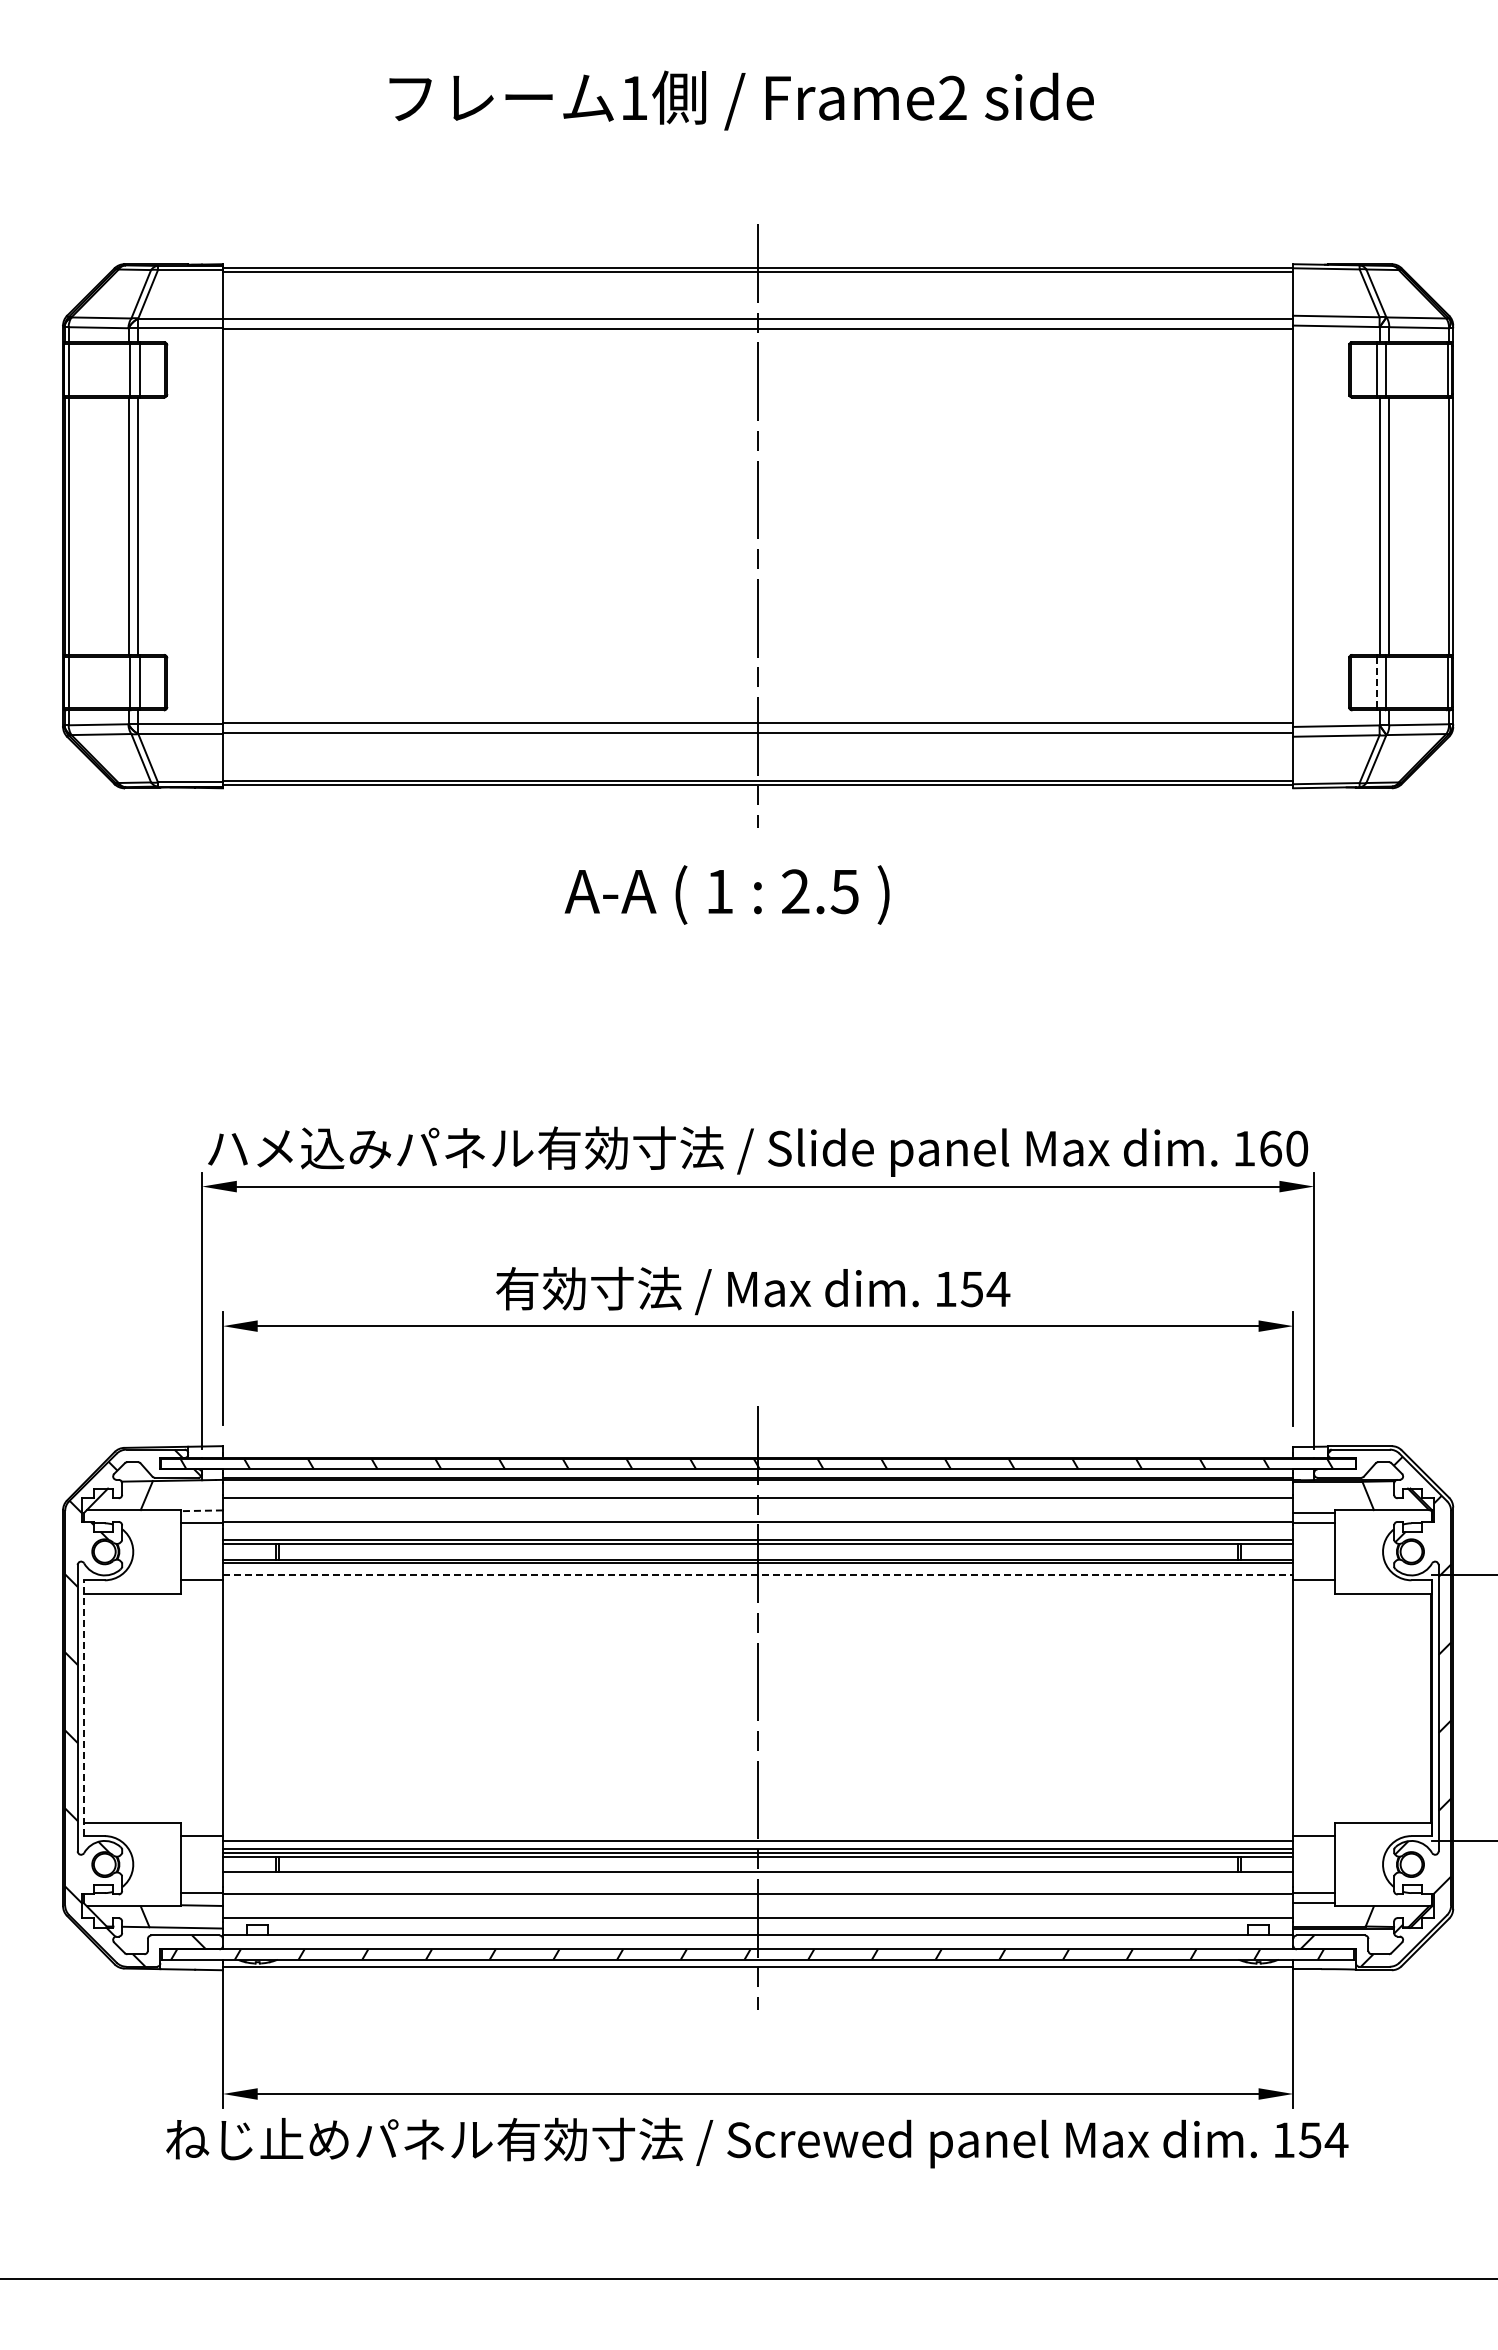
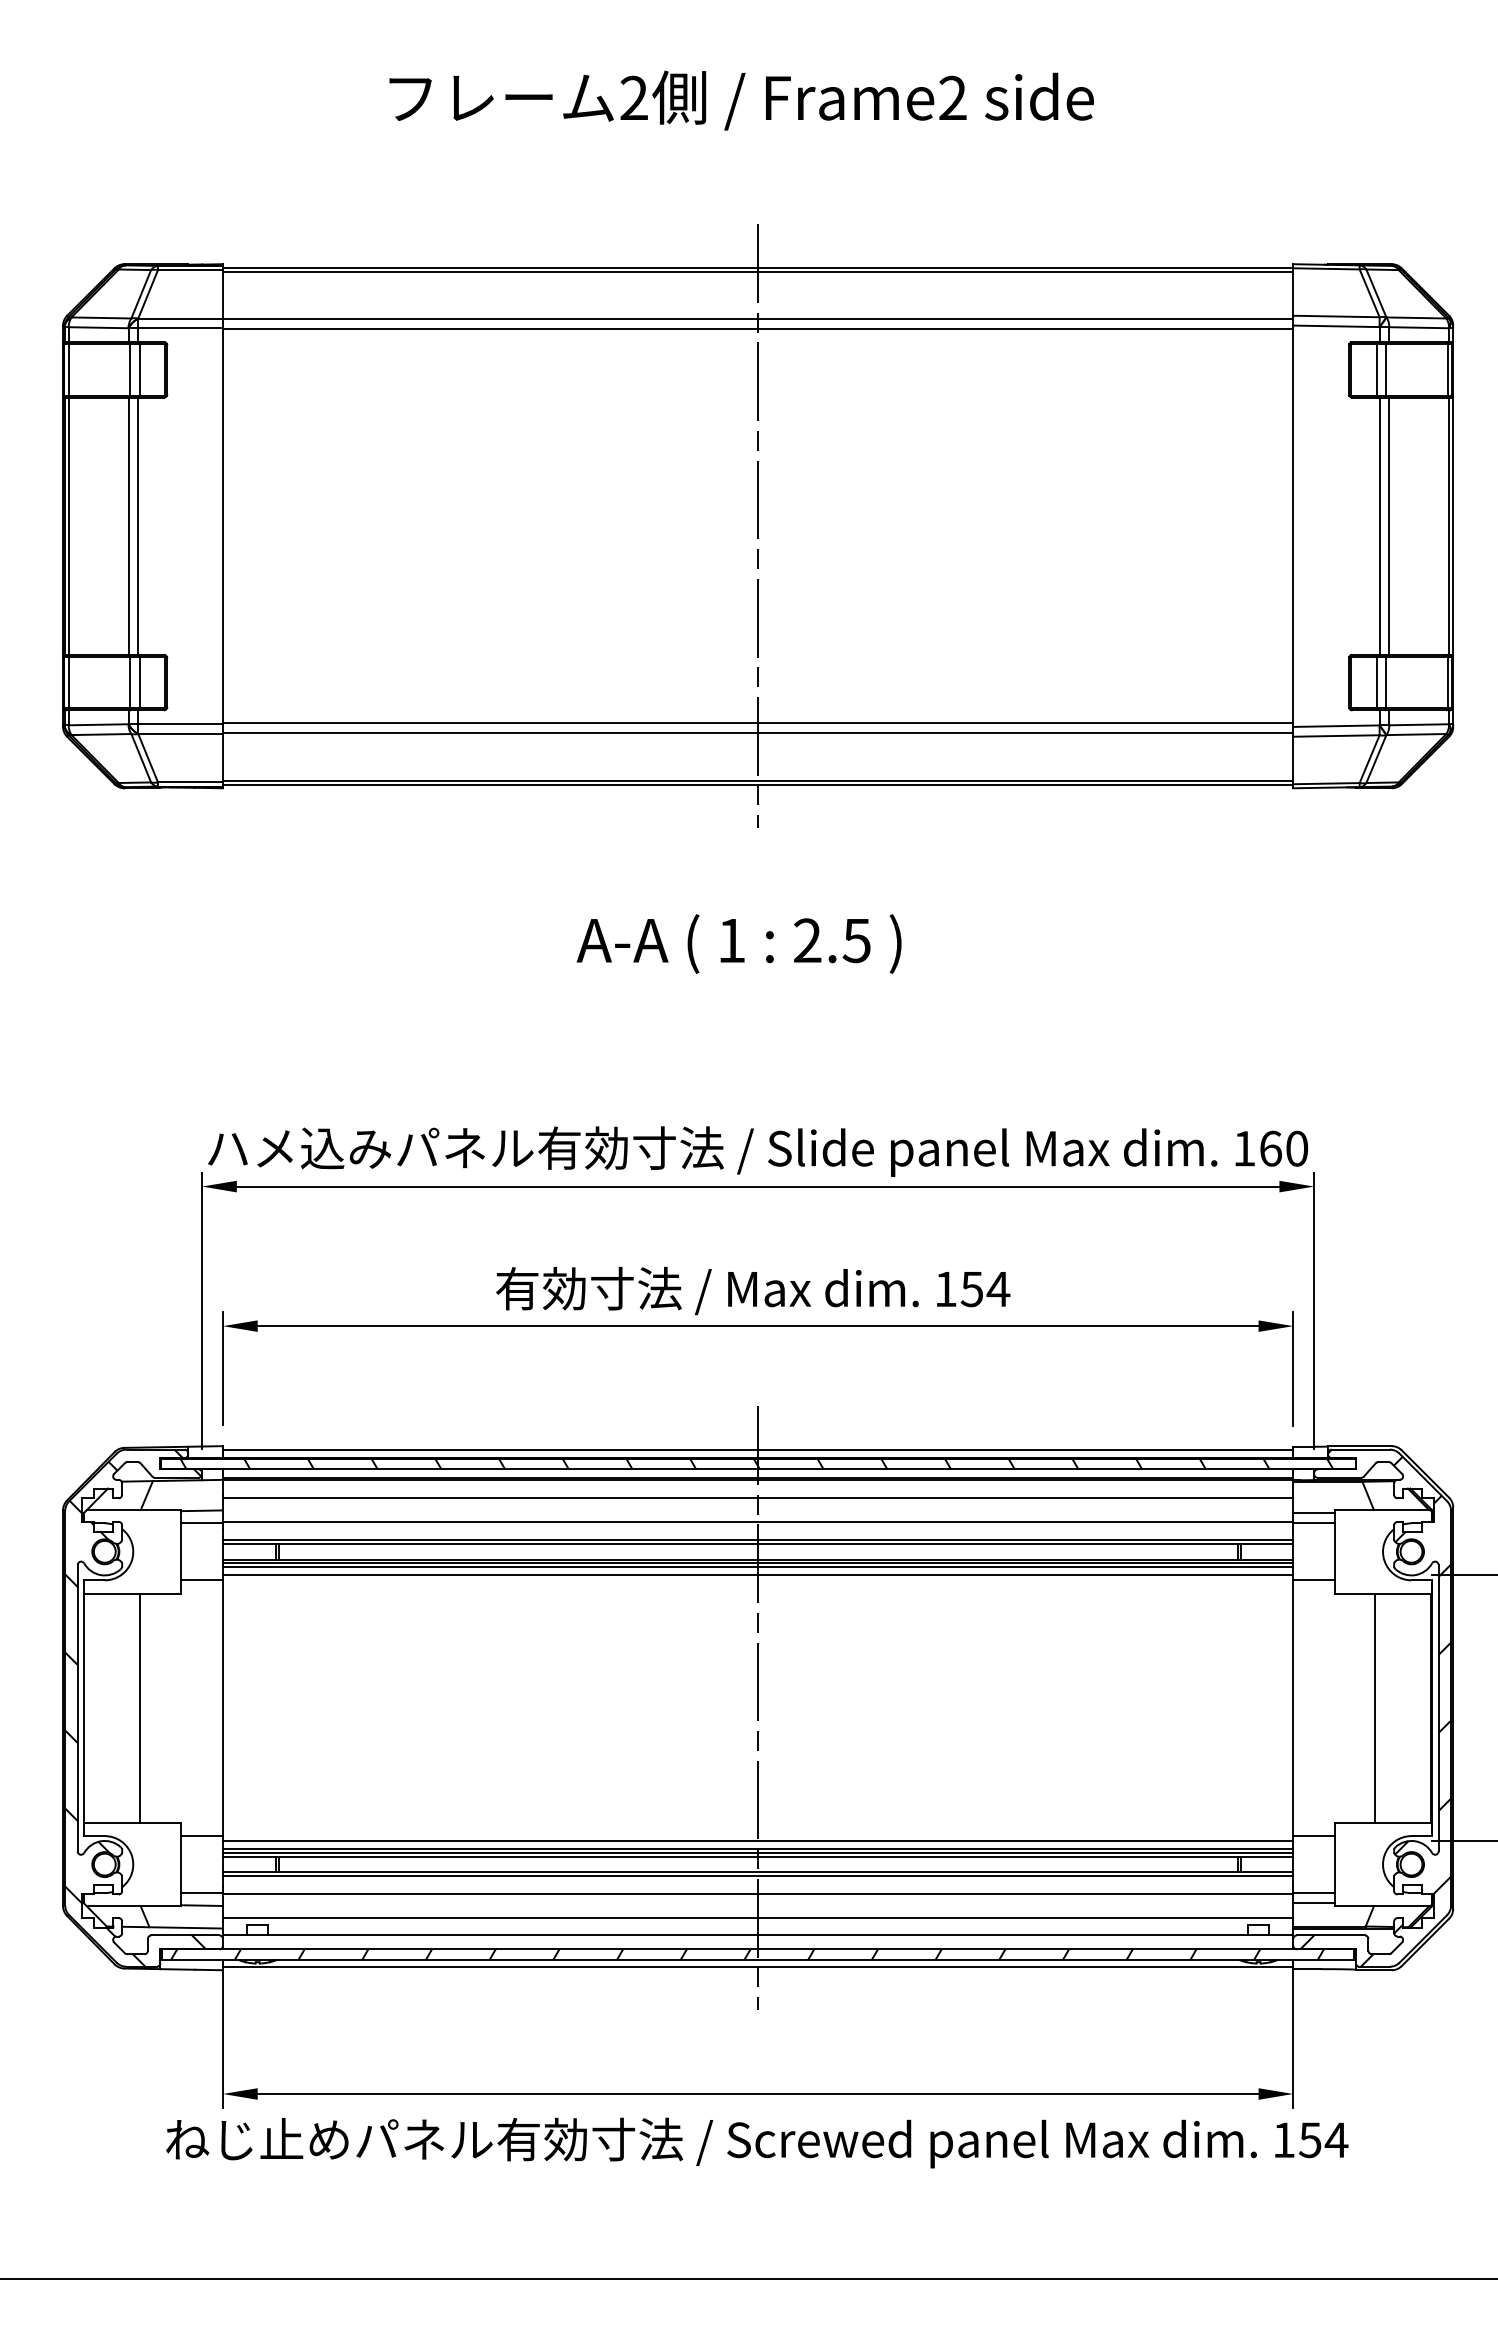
text at (633, 97): 1 -> 2
line at (1376, 682): dashed -> solid
text at (726, 894) position: (726, 894) -> (738, 943)
line at (757, 1449): none -> present
line at (202, 1510): dashed -> solid
line at (757, 1567): none -> present
line at (758, 1575): dashed -> solid
line at (139, 1707): none -> present
line at (1375, 1707): none -> present
line at (83, 1708): dashed -> solid
line at (757, 1876): none -> present
